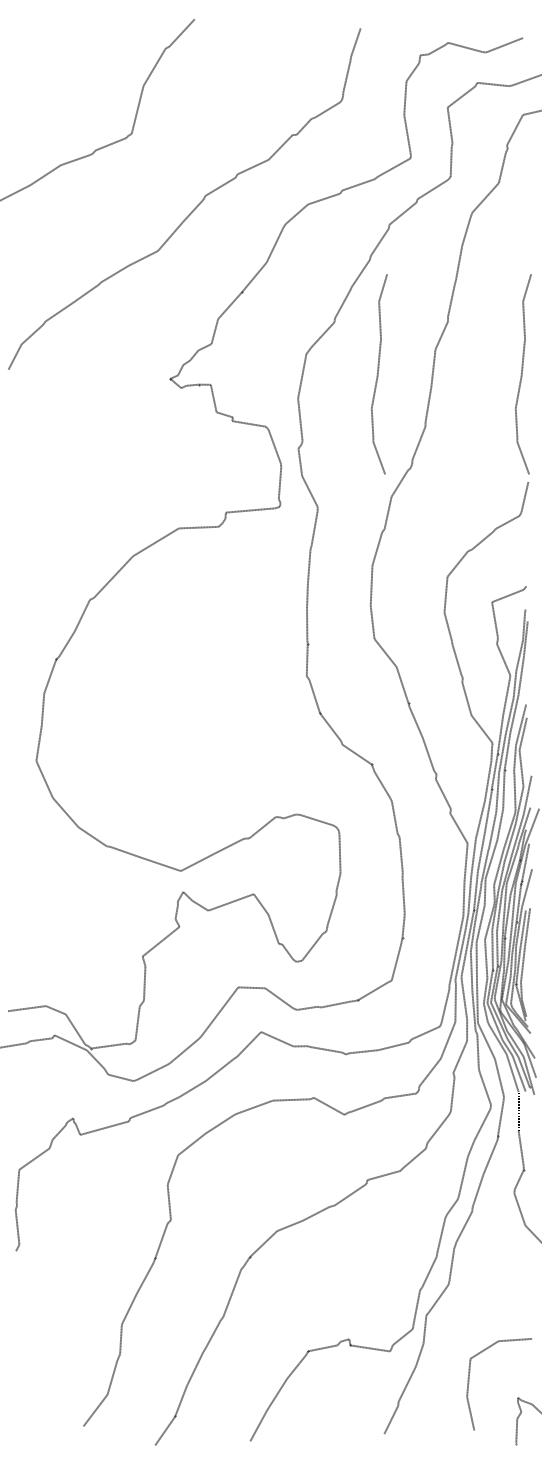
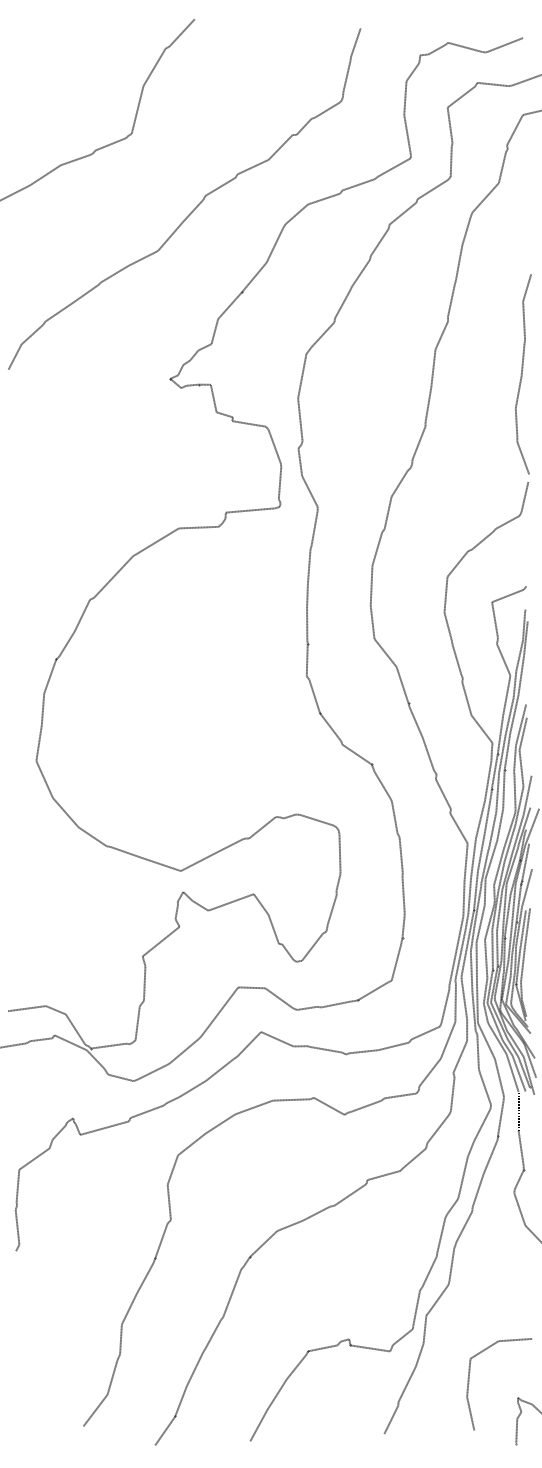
curve at (378, 374): present -> none
